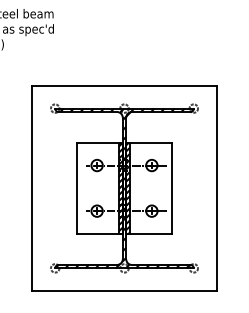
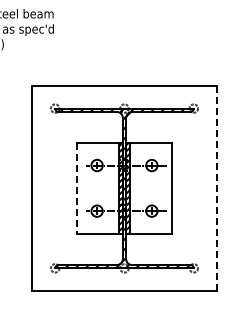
line at (77, 188): solid -> dashed
line at (216, 188): solid -> dashed
